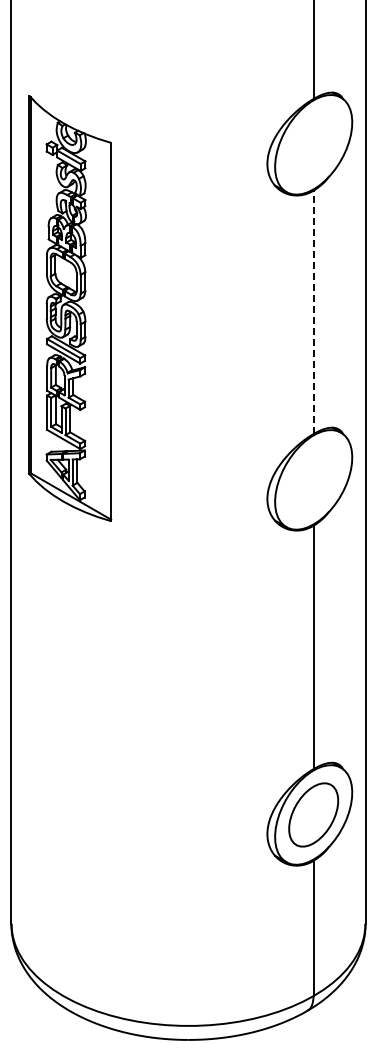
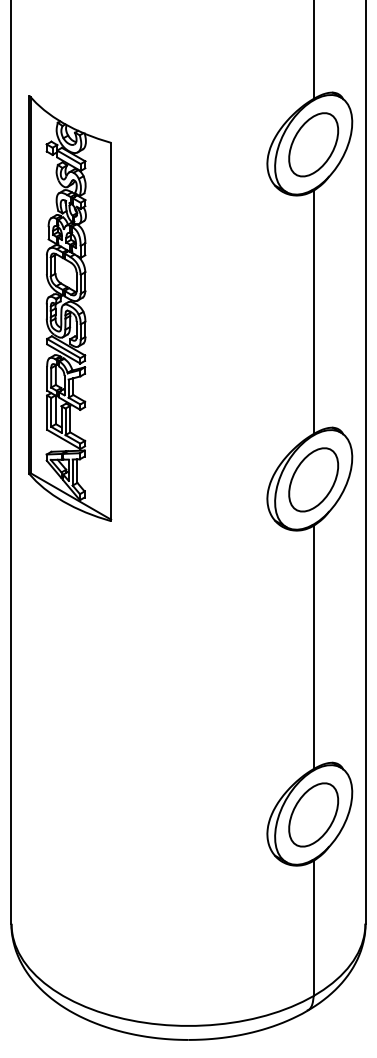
part at (313, 144): none -> present
line at (313, 312): dashed -> solid
part at (313, 479): none -> present
